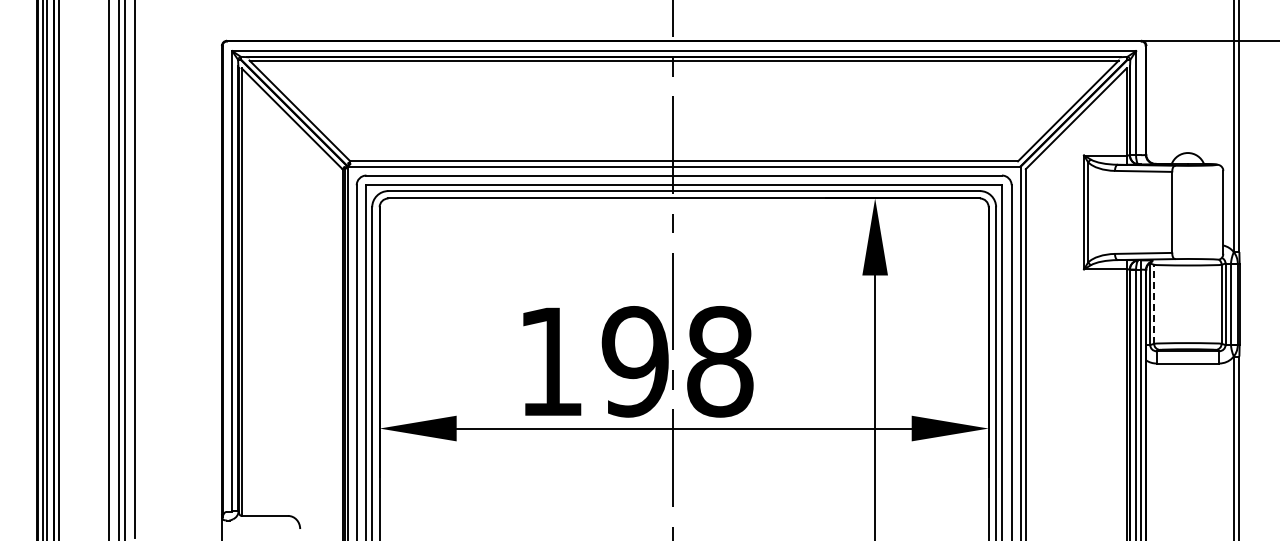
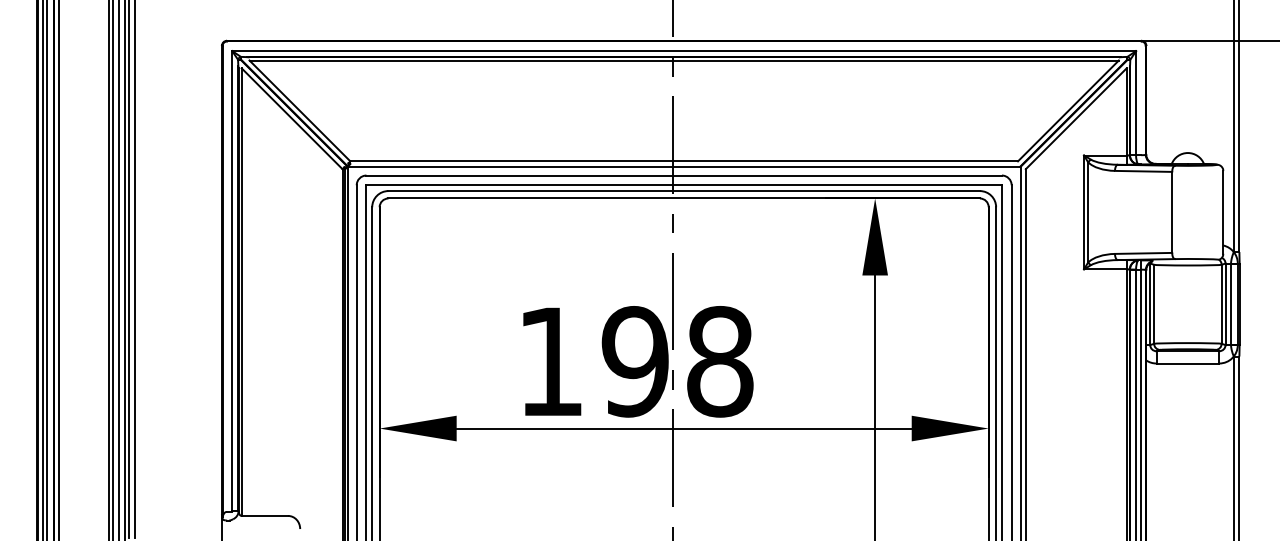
line at (113, 269): none -> present
line at (129, 269): none -> present
line at (1154, 303): dashed -> solid
